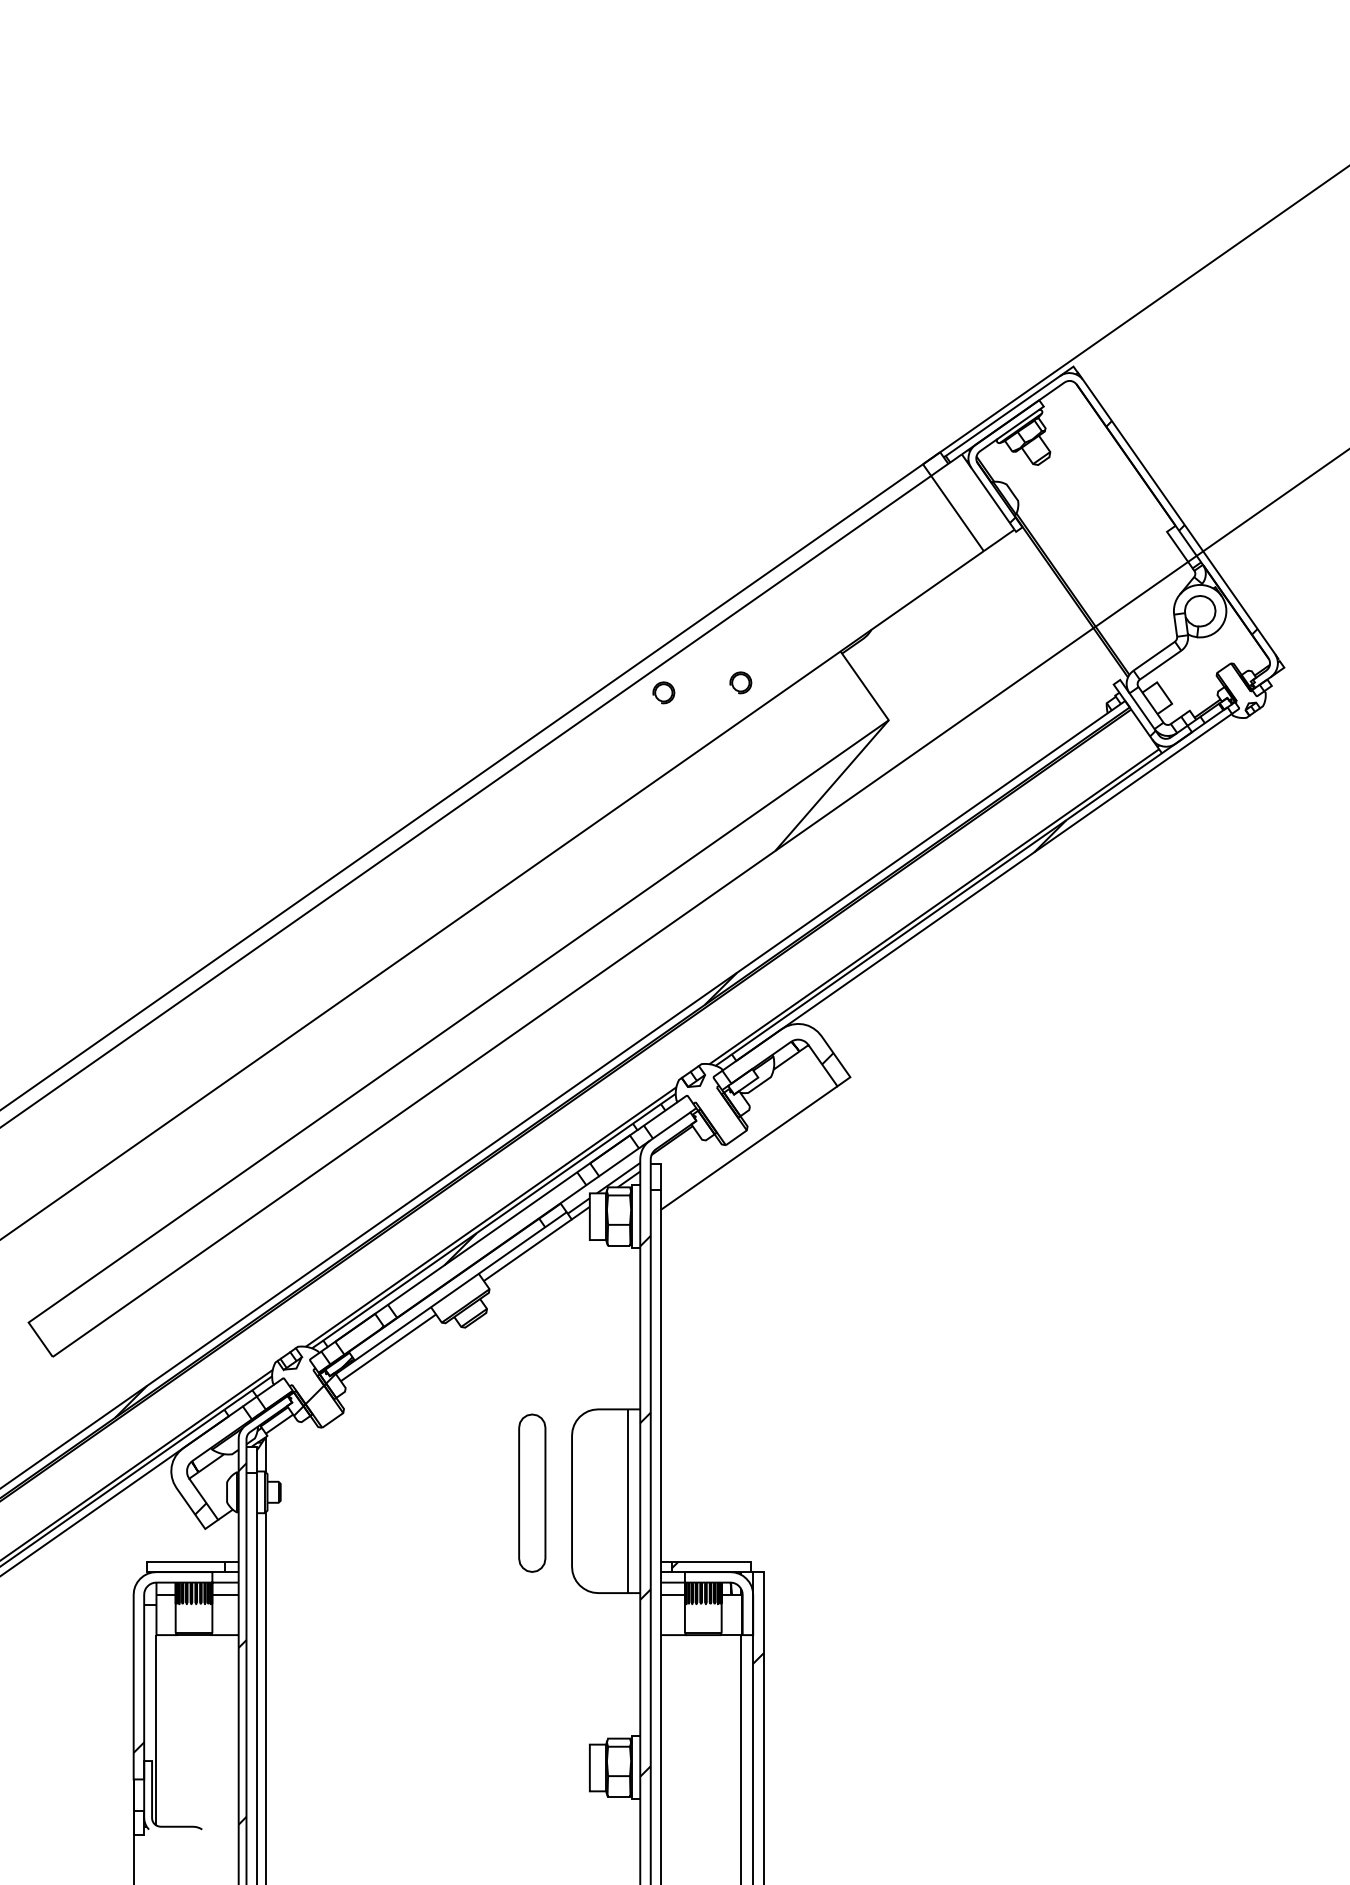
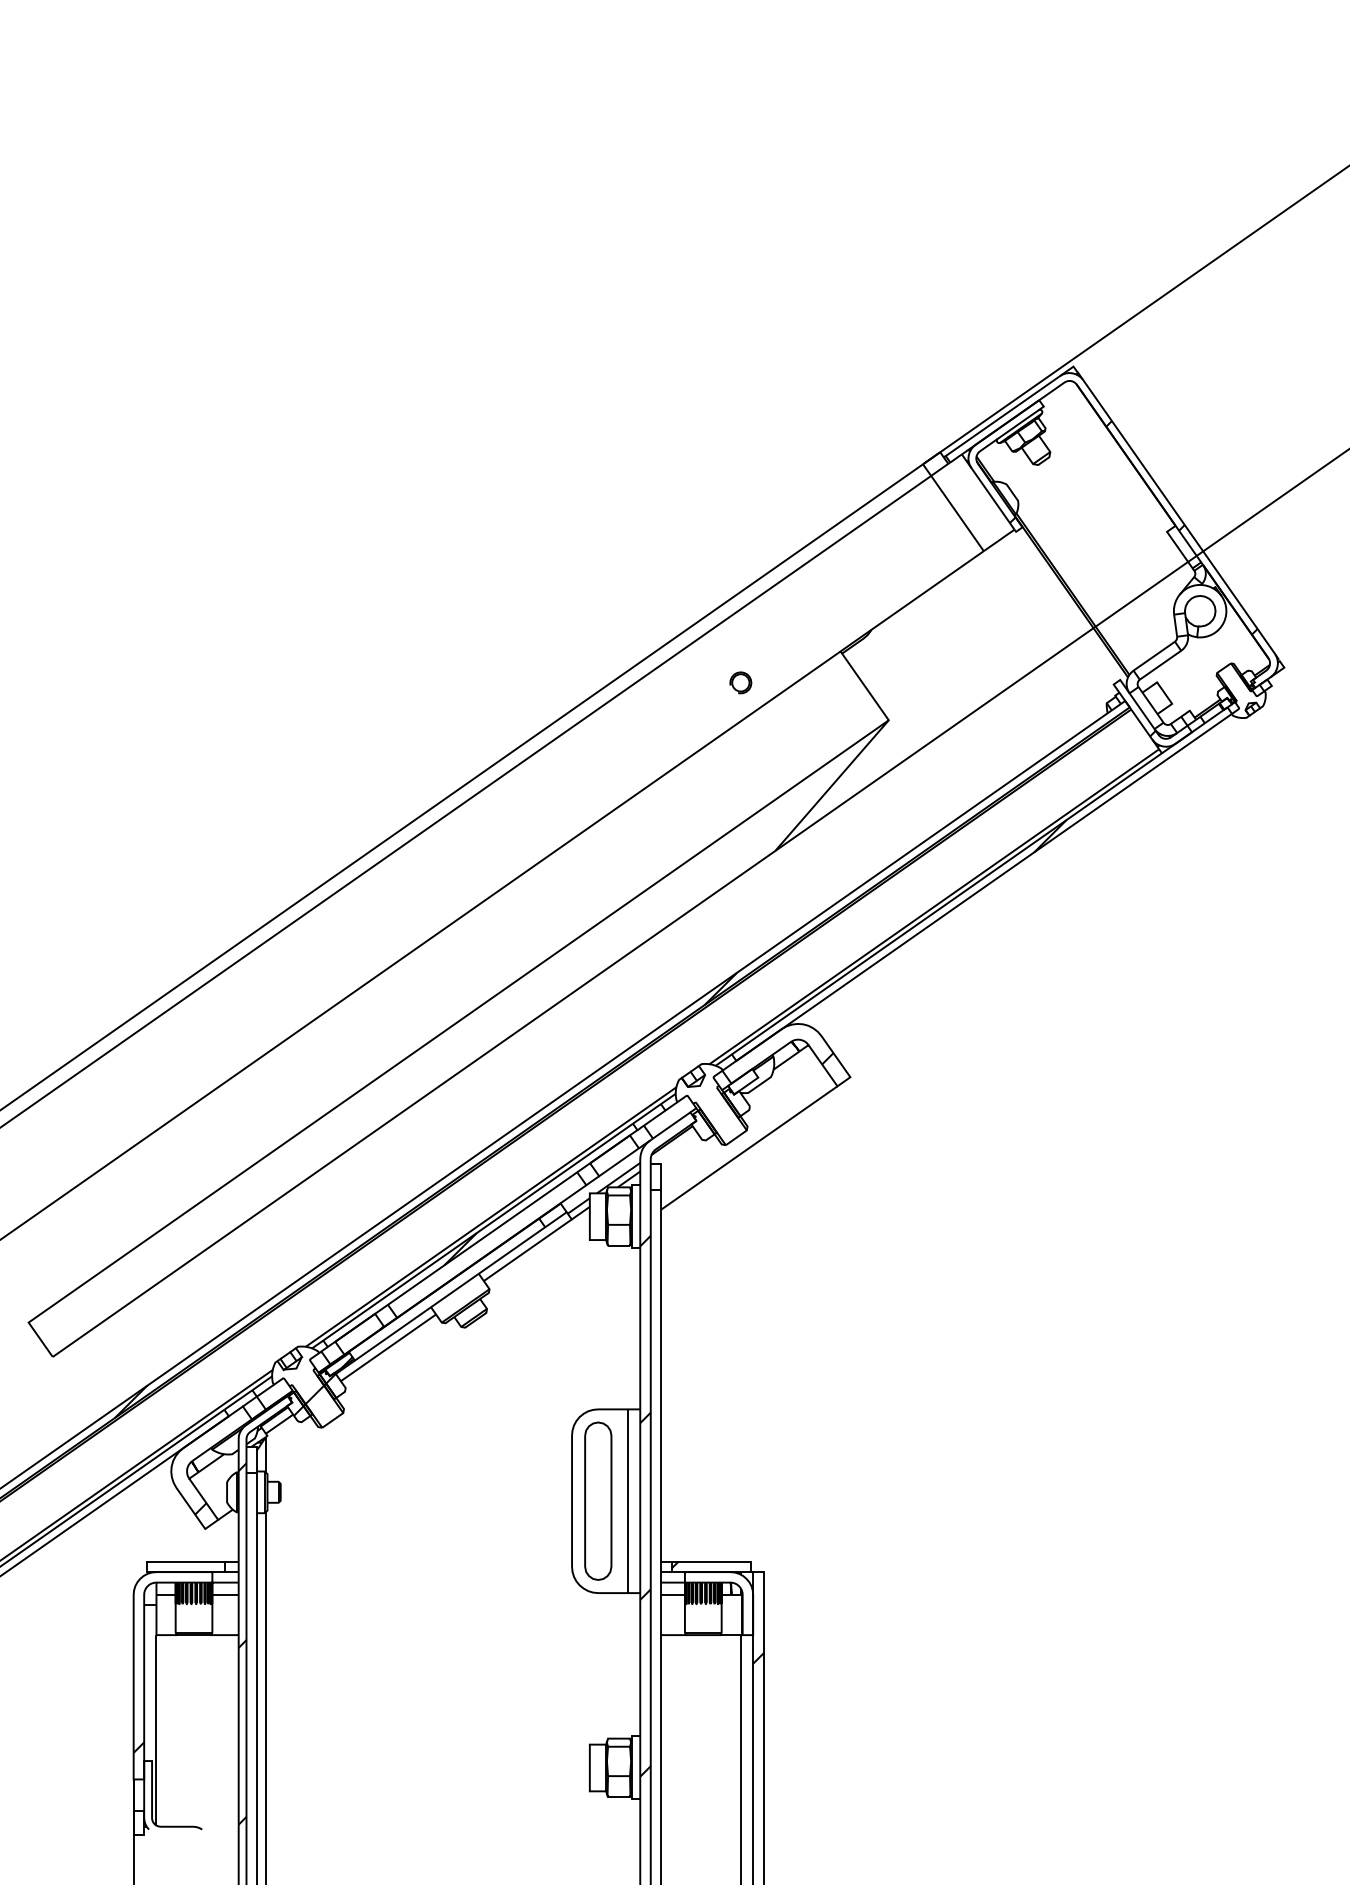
part at (663, 692): present -> none
part at (532, 1492) position: (532, 1492) -> (598, 1500)
